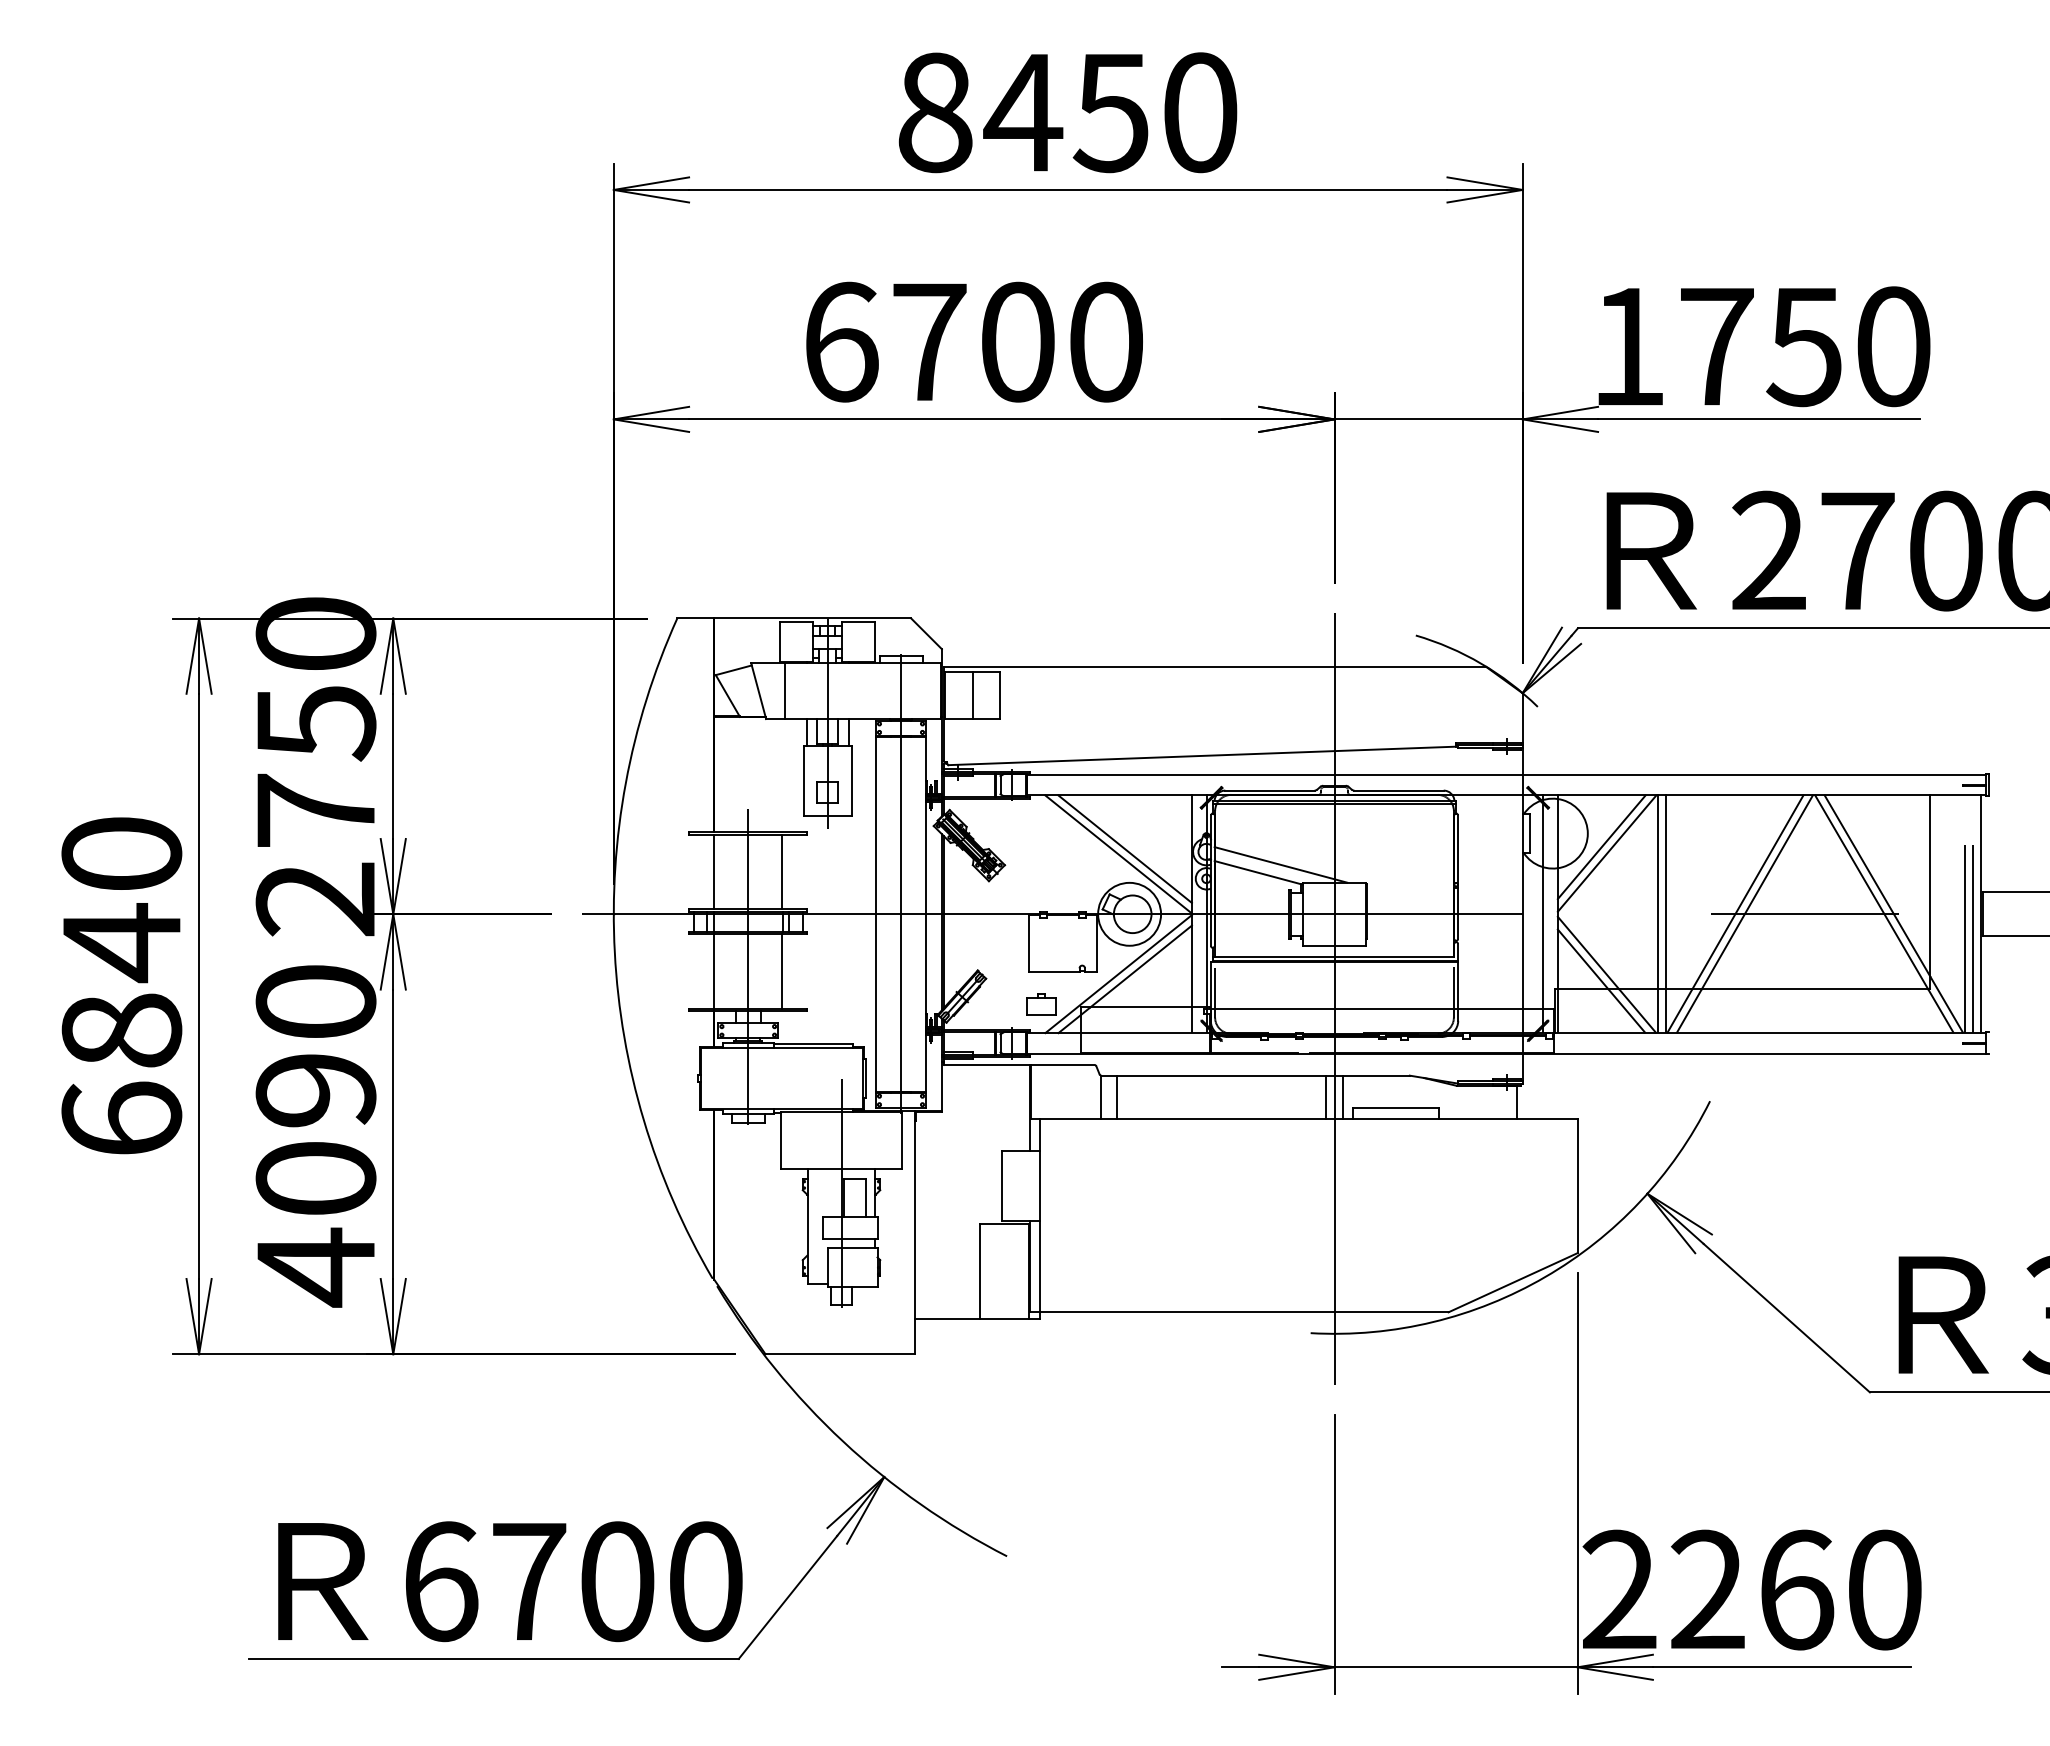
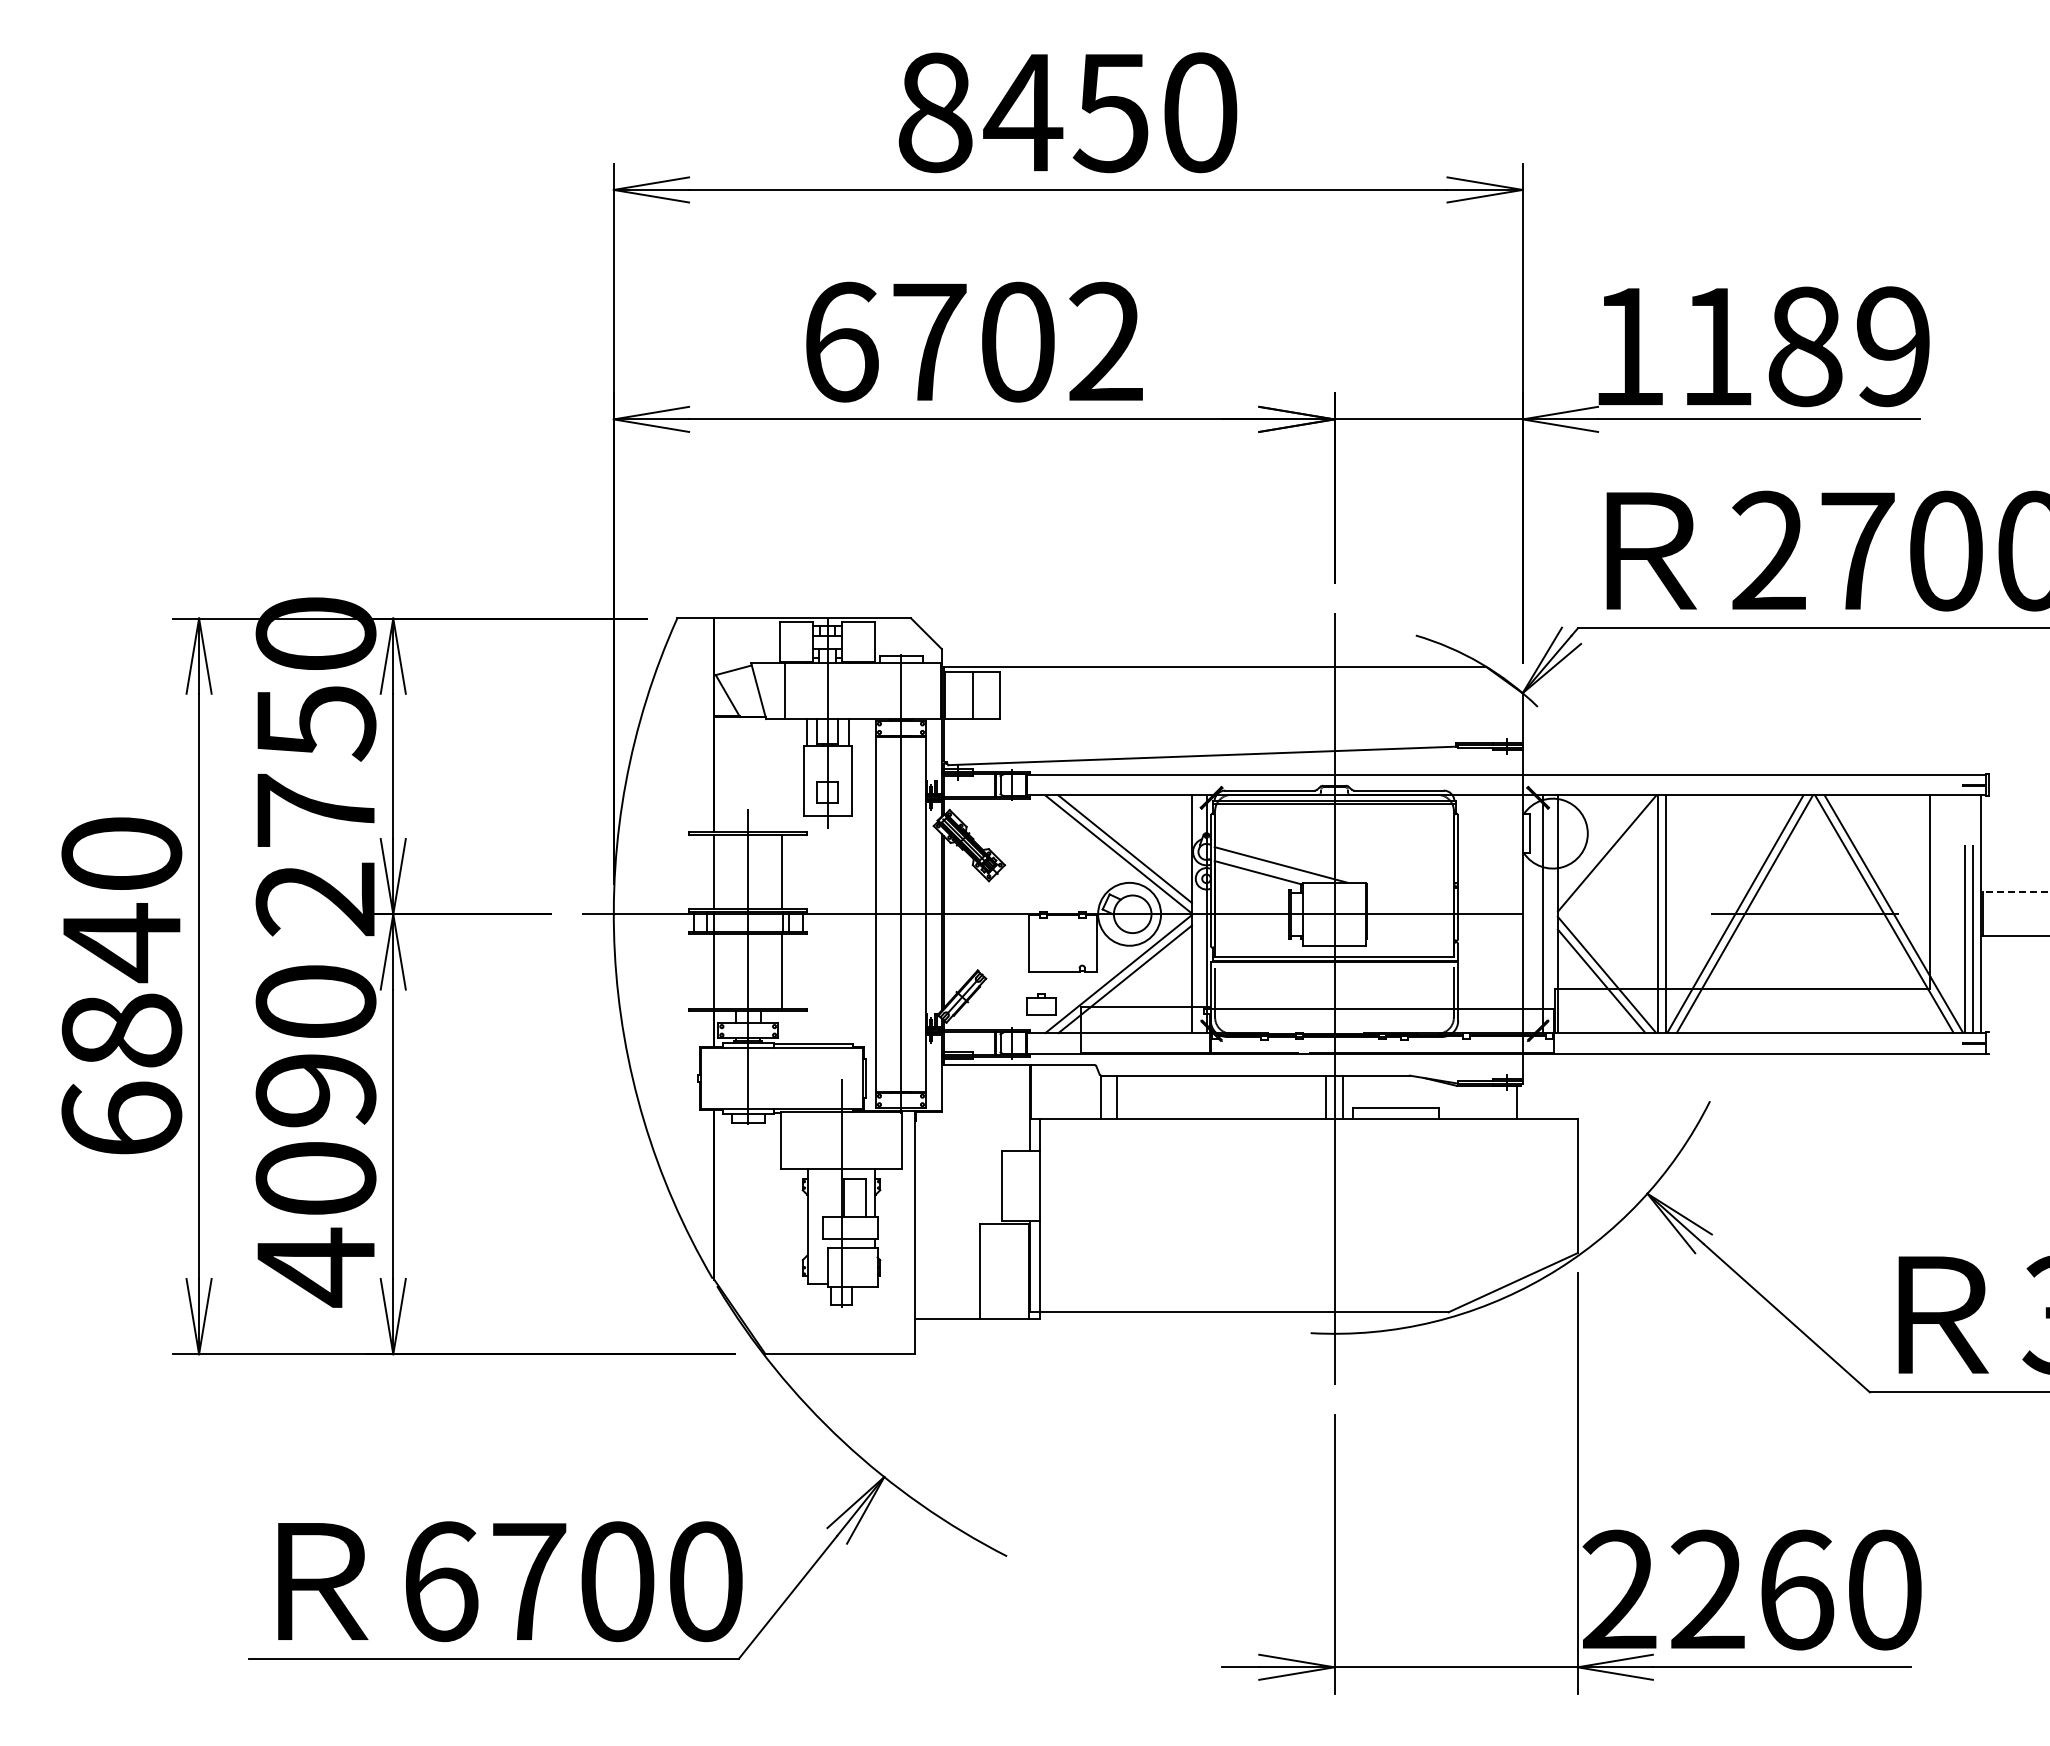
text at (1105, 341): 6700 -> 6702
text at (1805, 346): 1750 -> 1189
line at (1601, 847): present -> none
line at (2016, 892): solid -> dashed
